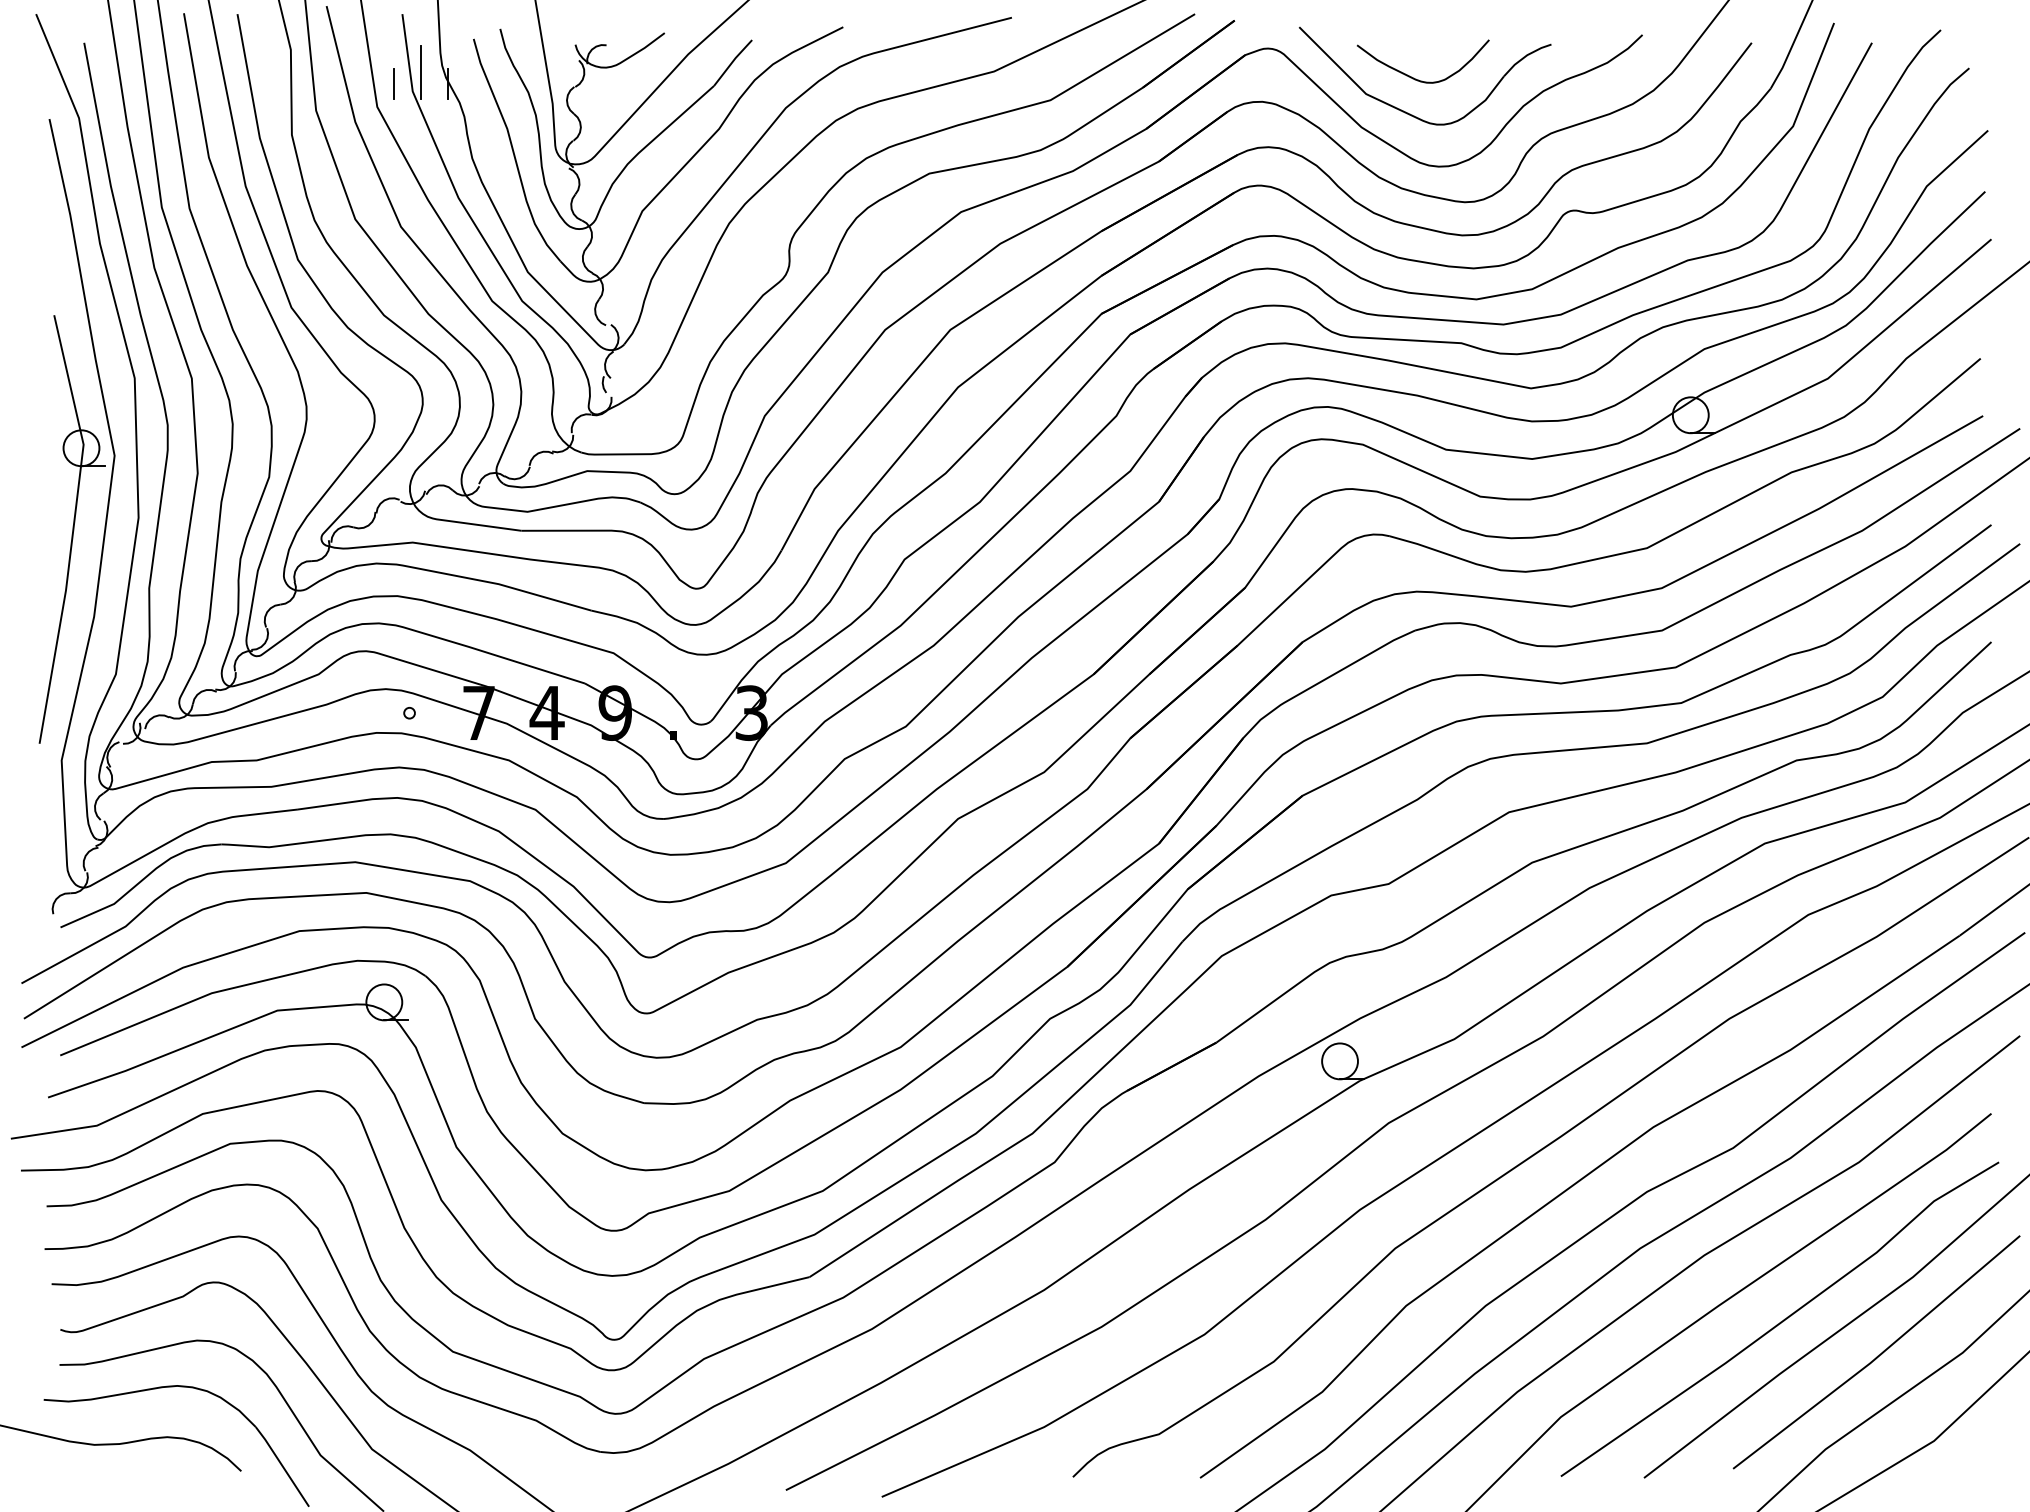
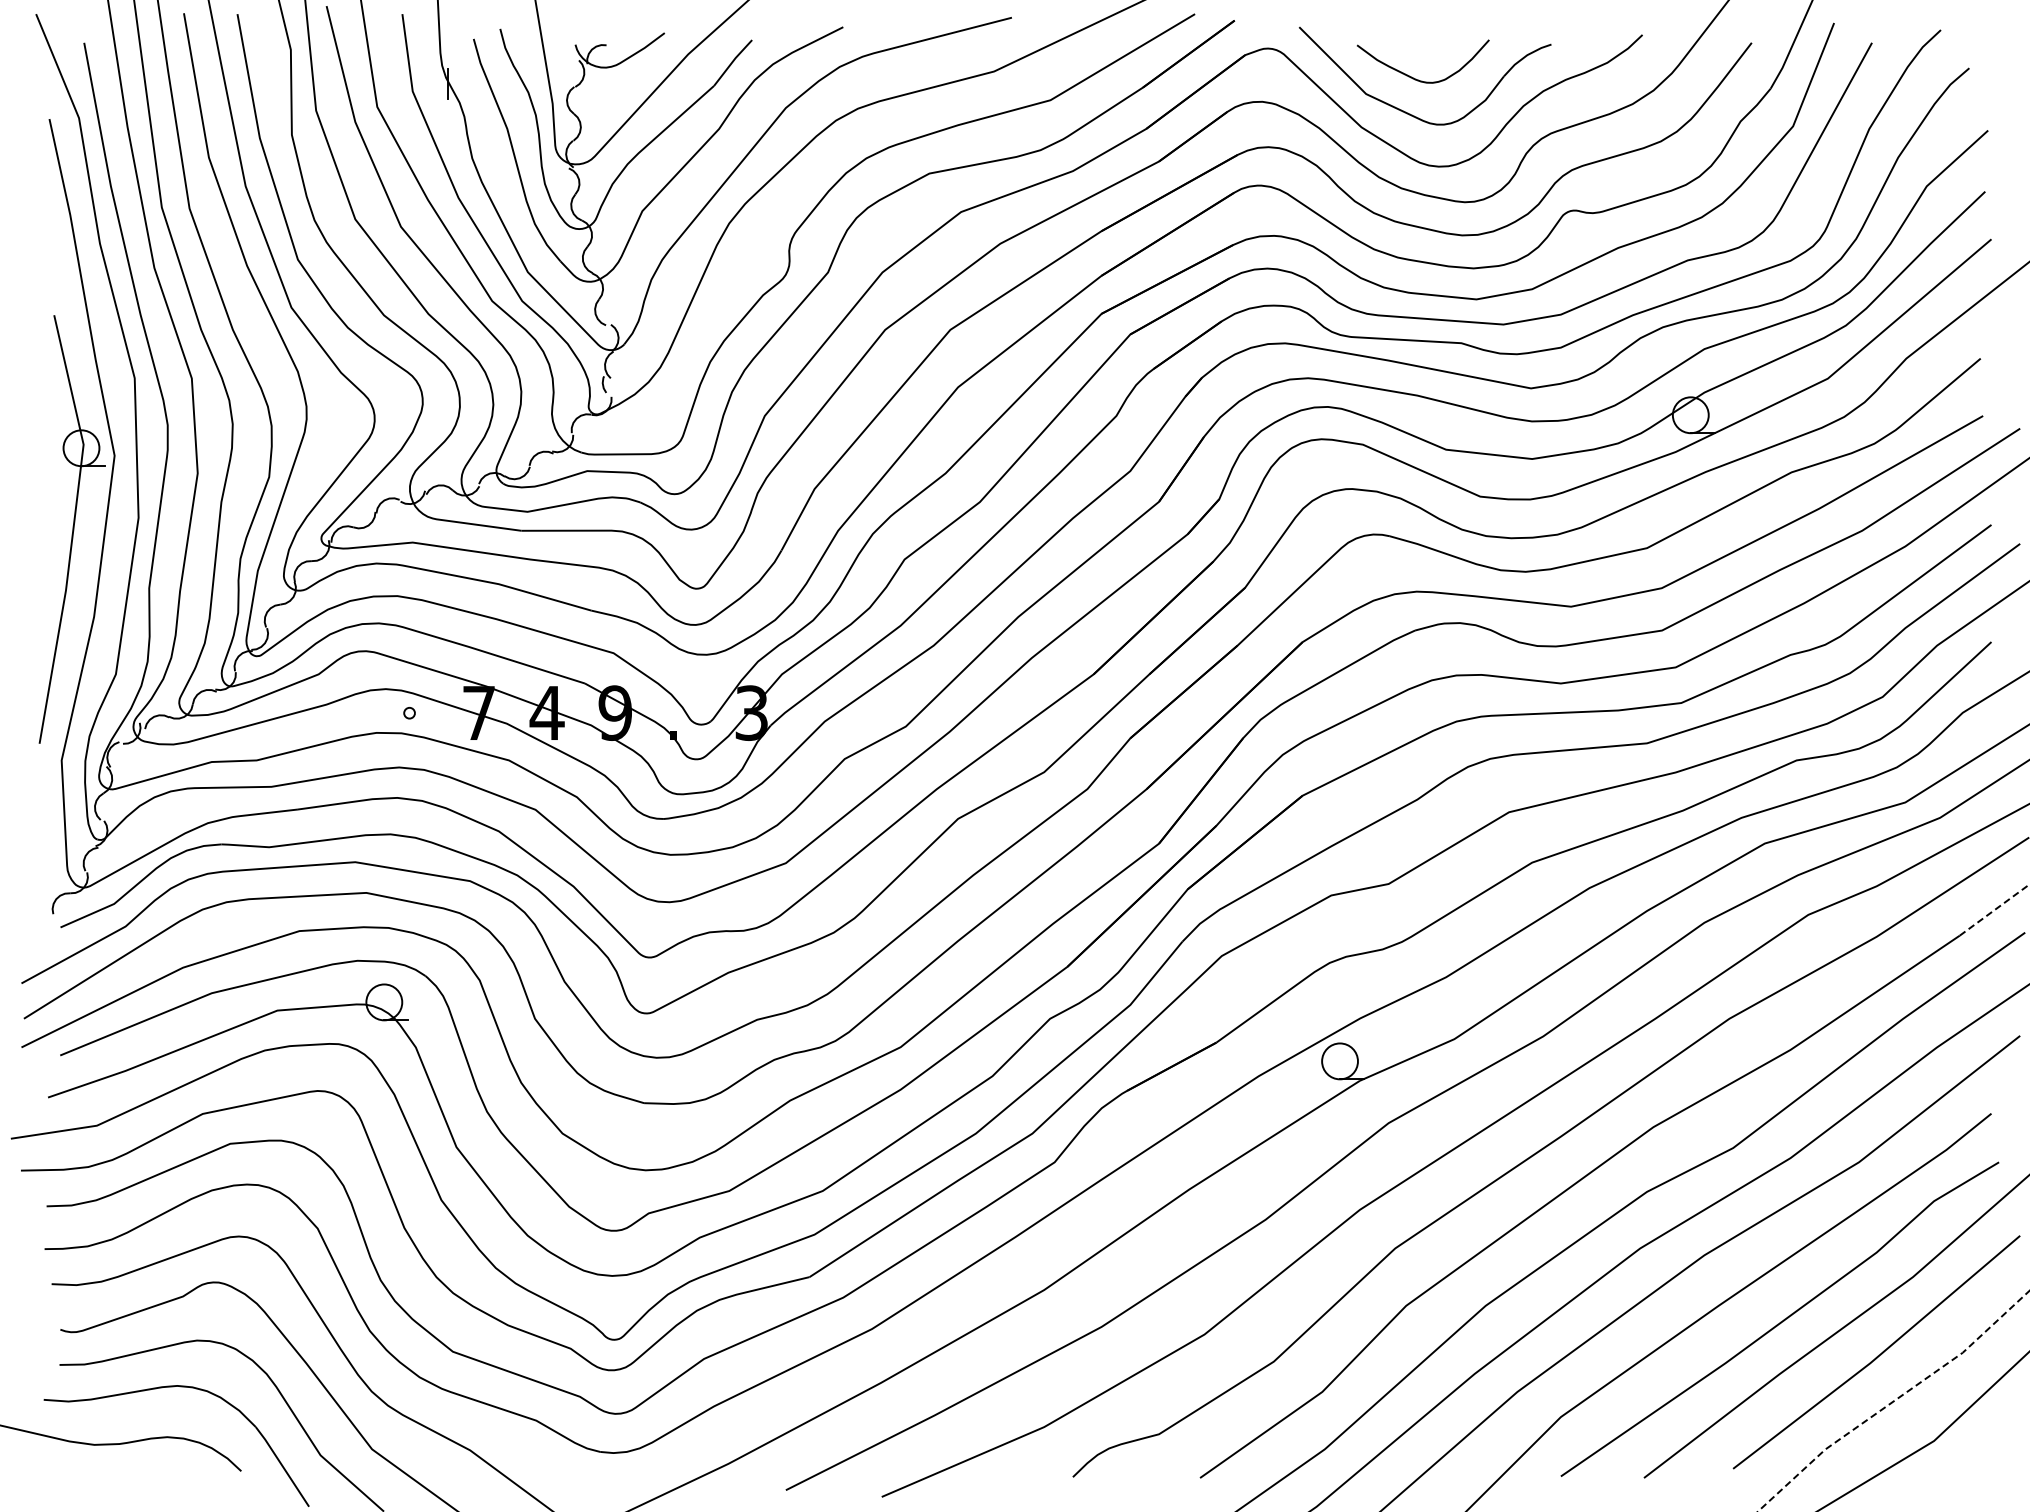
line at (420, 72): present -> none
line at (393, 83): present -> none
line at (1995, 909): solid -> dashed
line at (1894, 1401): solid -> dashed
